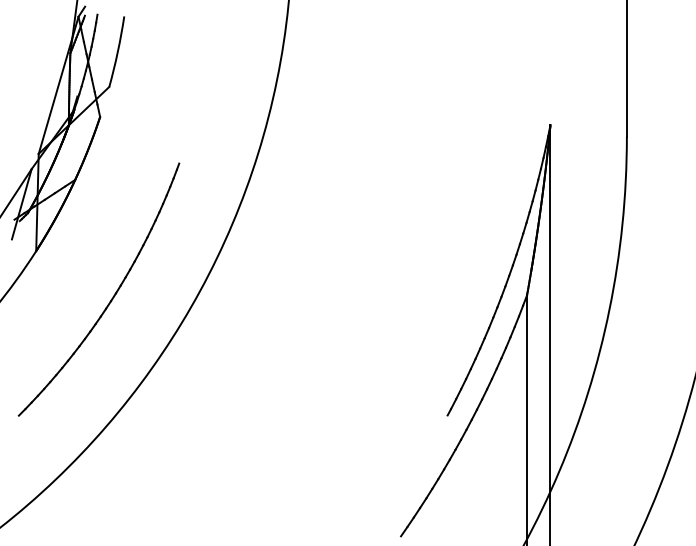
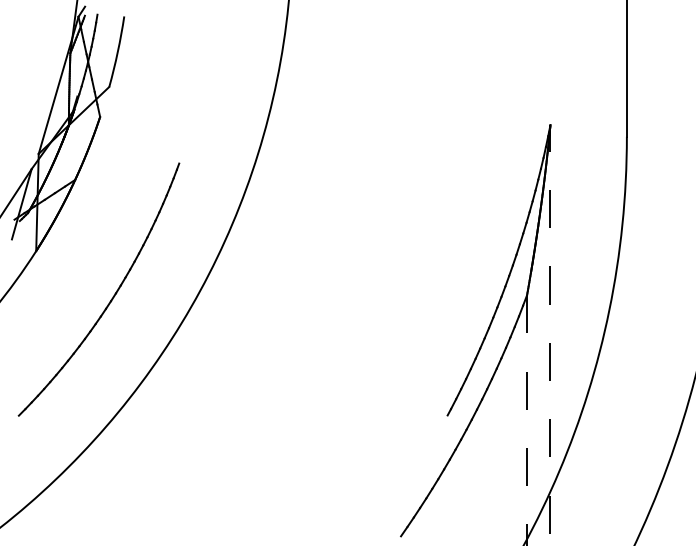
line at (550, 335): solid -> dashed
line at (527, 420): solid -> dashed
